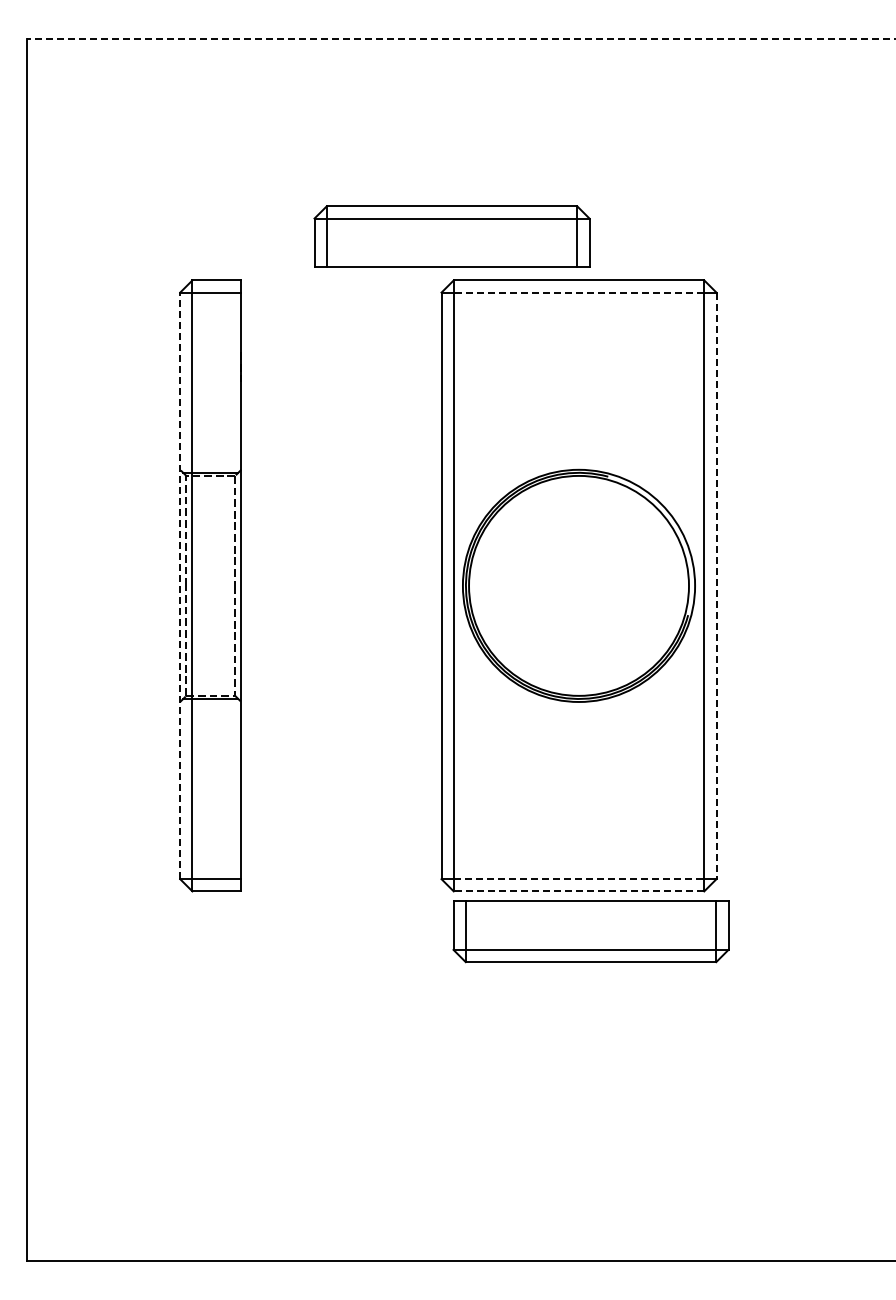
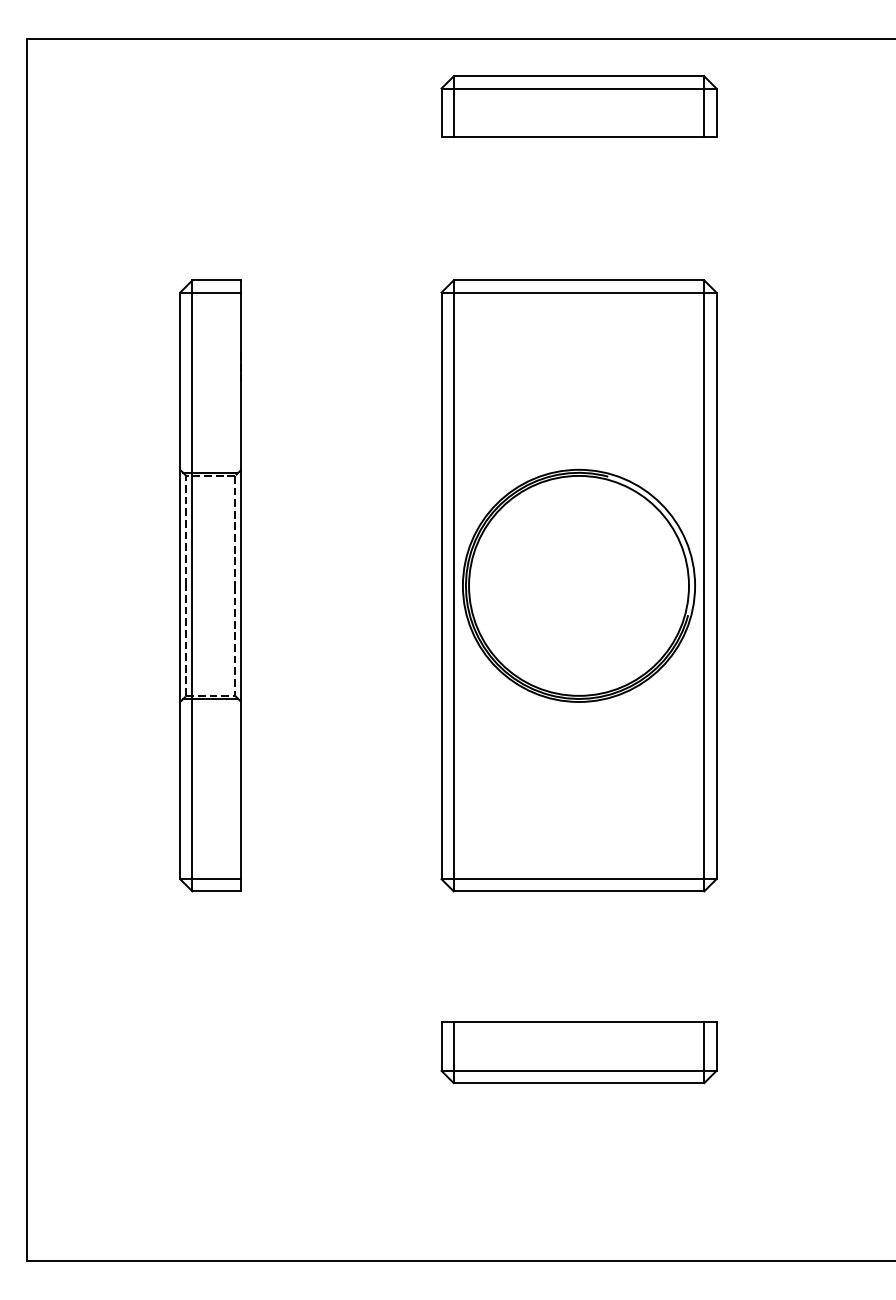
line at (460, 39): dashed -> solid
part at (451, 236) position: (451, 236) -> (578, 106)
line at (578, 292): dashed -> solid
line at (180, 585): dashed -> solid
line at (716, 586): dashed -> solid
line at (579, 879): dashed -> solid
line at (578, 891): dashed -> solid
part at (590, 931) position: (590, 931) -> (578, 1052)
